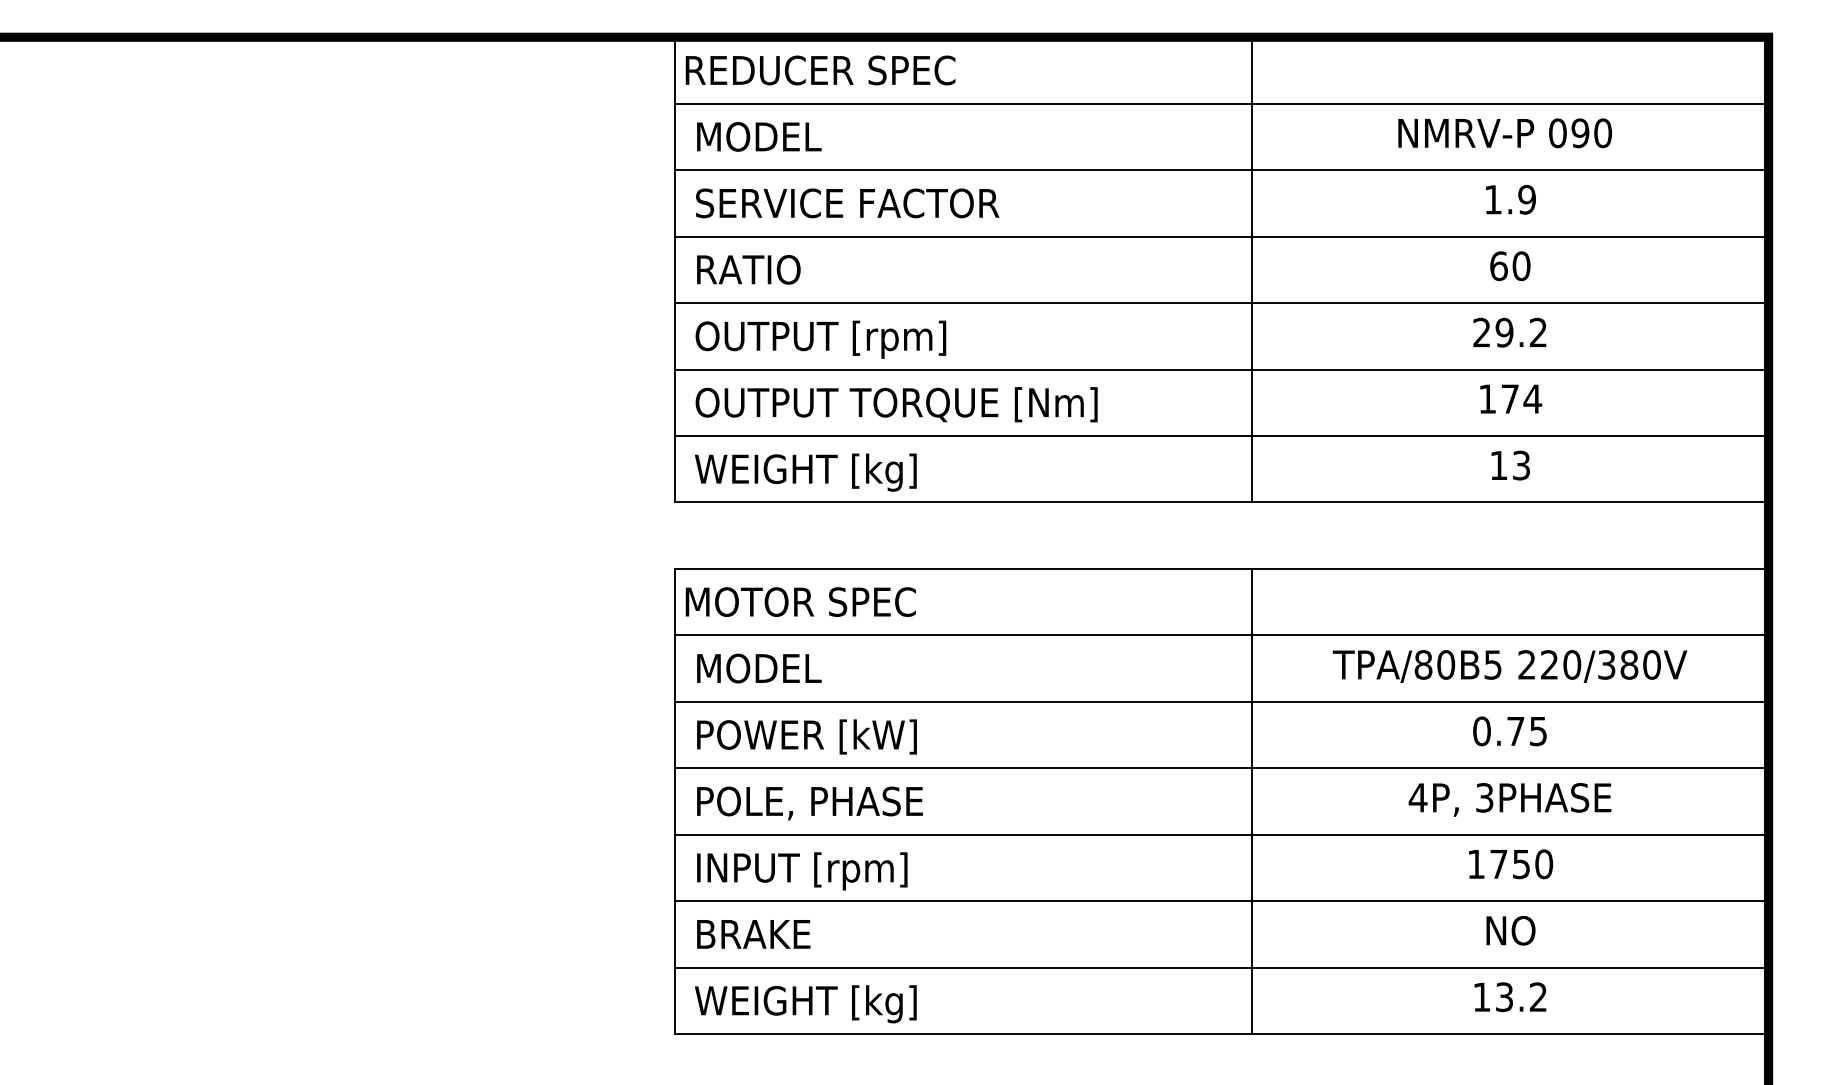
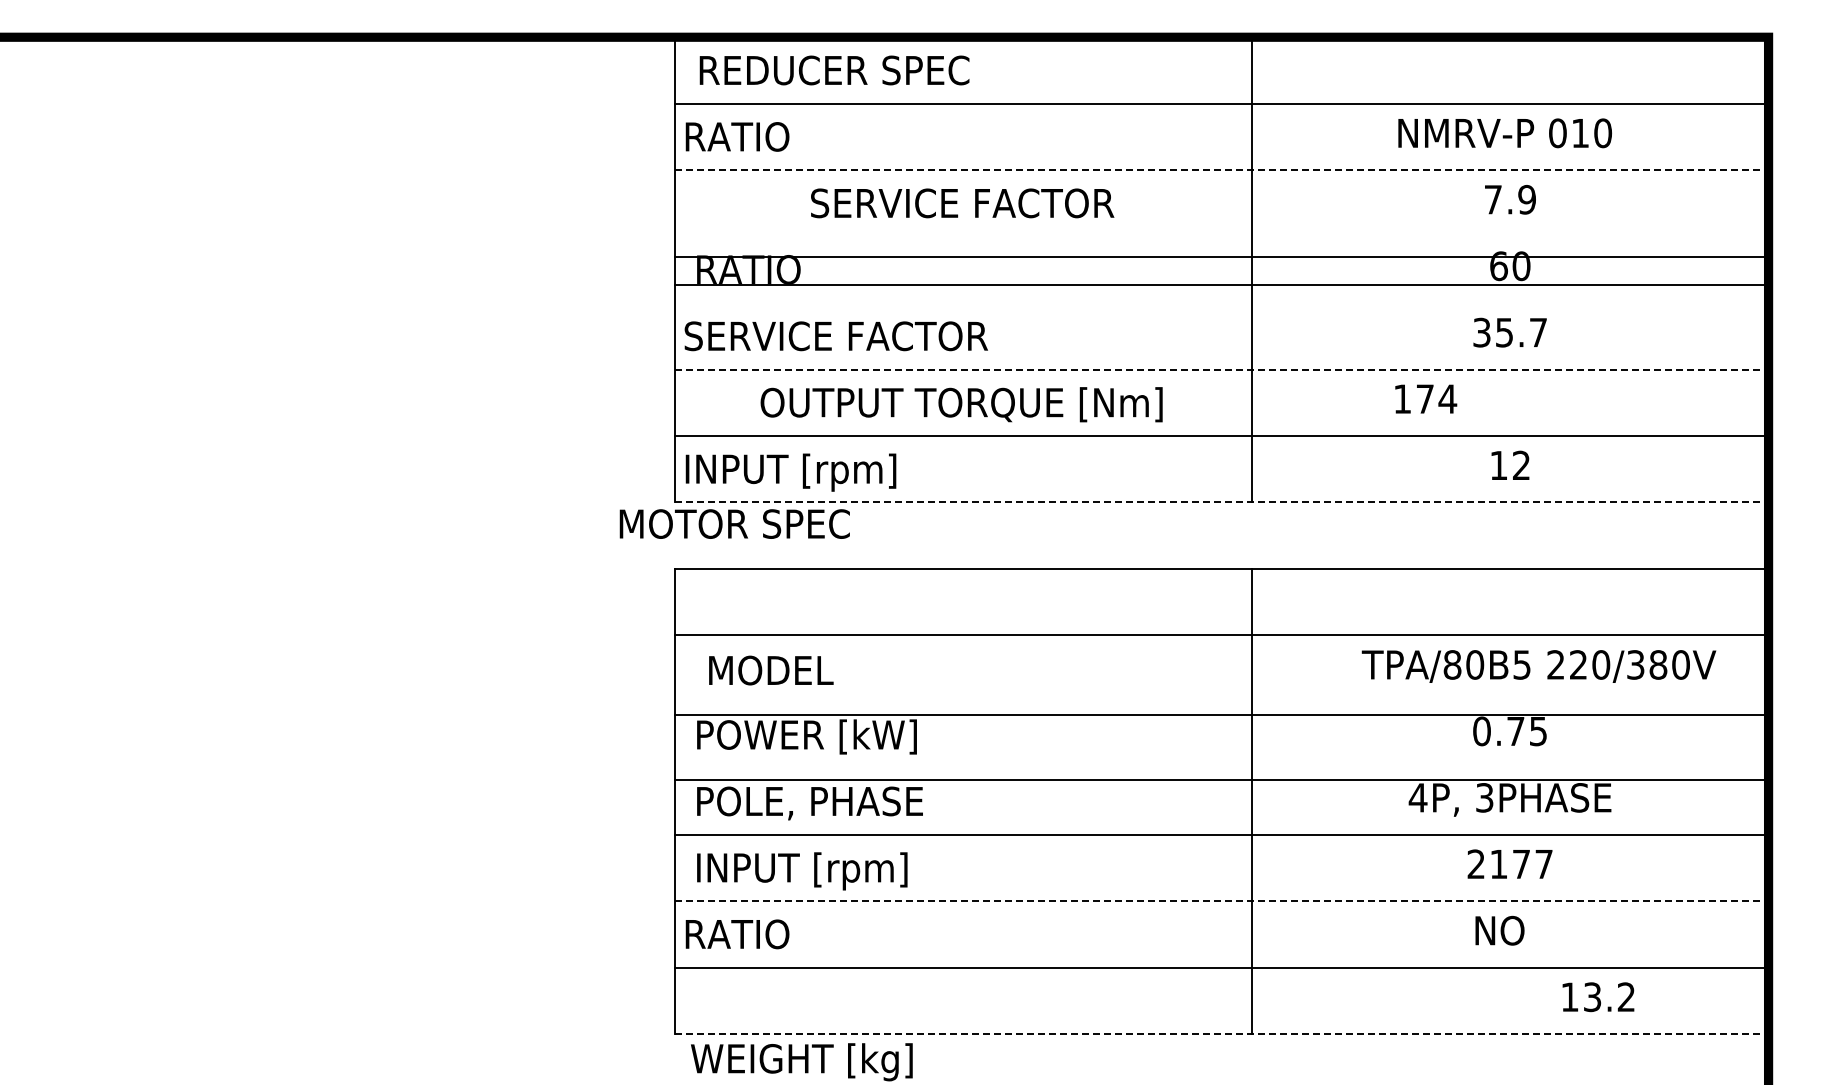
text at (820, 70) position: (820, 70) -> (834, 70)
text at (1580, 133): 090 -> 010
text at (753, 136): MODEL -> RATIO
line at (1221, 170): solid -> dashed
text at (1493, 199): 1.9 -> 7.9
text at (847, 203) position: (847, 203) -> (962, 203)
line at (1221, 236) position: (1221, 236) -> (1221, 256)
line at (1221, 303) position: (1221, 303) -> (1221, 285)
text at (1509, 332): 29.2 -> 35.7
text at (835, 339): OUTPUT [rpm] -> SERVICE FACTOR
line at (1221, 369): solid -> dashed
text at (1511, 398) position: (1511, 398) -> (1426, 398)
text at (896, 404) position: (896, 404) -> (961, 404)
text at (1521, 465): 13 -> 12
text at (800, 472): WEIGHT [kg] -> INPUT [rpm]
line at (1221, 502): solid -> dashed
text at (800, 601) position: (800, 601) -> (734, 523)
text at (1509, 666) position: (1509, 666) -> (1538, 666)
text at (759, 668) position: (759, 668) -> (771, 670)
line at (1221, 701) position: (1221, 701) -> (1221, 714)
line at (1221, 768) position: (1221, 768) -> (1221, 780)
text at (1510, 864): 1750 -> 2177
line at (1221, 901): solid -> dashed
text at (1510, 930) position: (1510, 930) -> (1499, 930)
text at (747, 934): BRAKE -> RATIO
text at (1510, 997) position: (1510, 997) -> (1598, 997)
text at (805, 1004) position: (805, 1004) -> (801, 1062)
line at (1221, 1034): solid -> dashed
